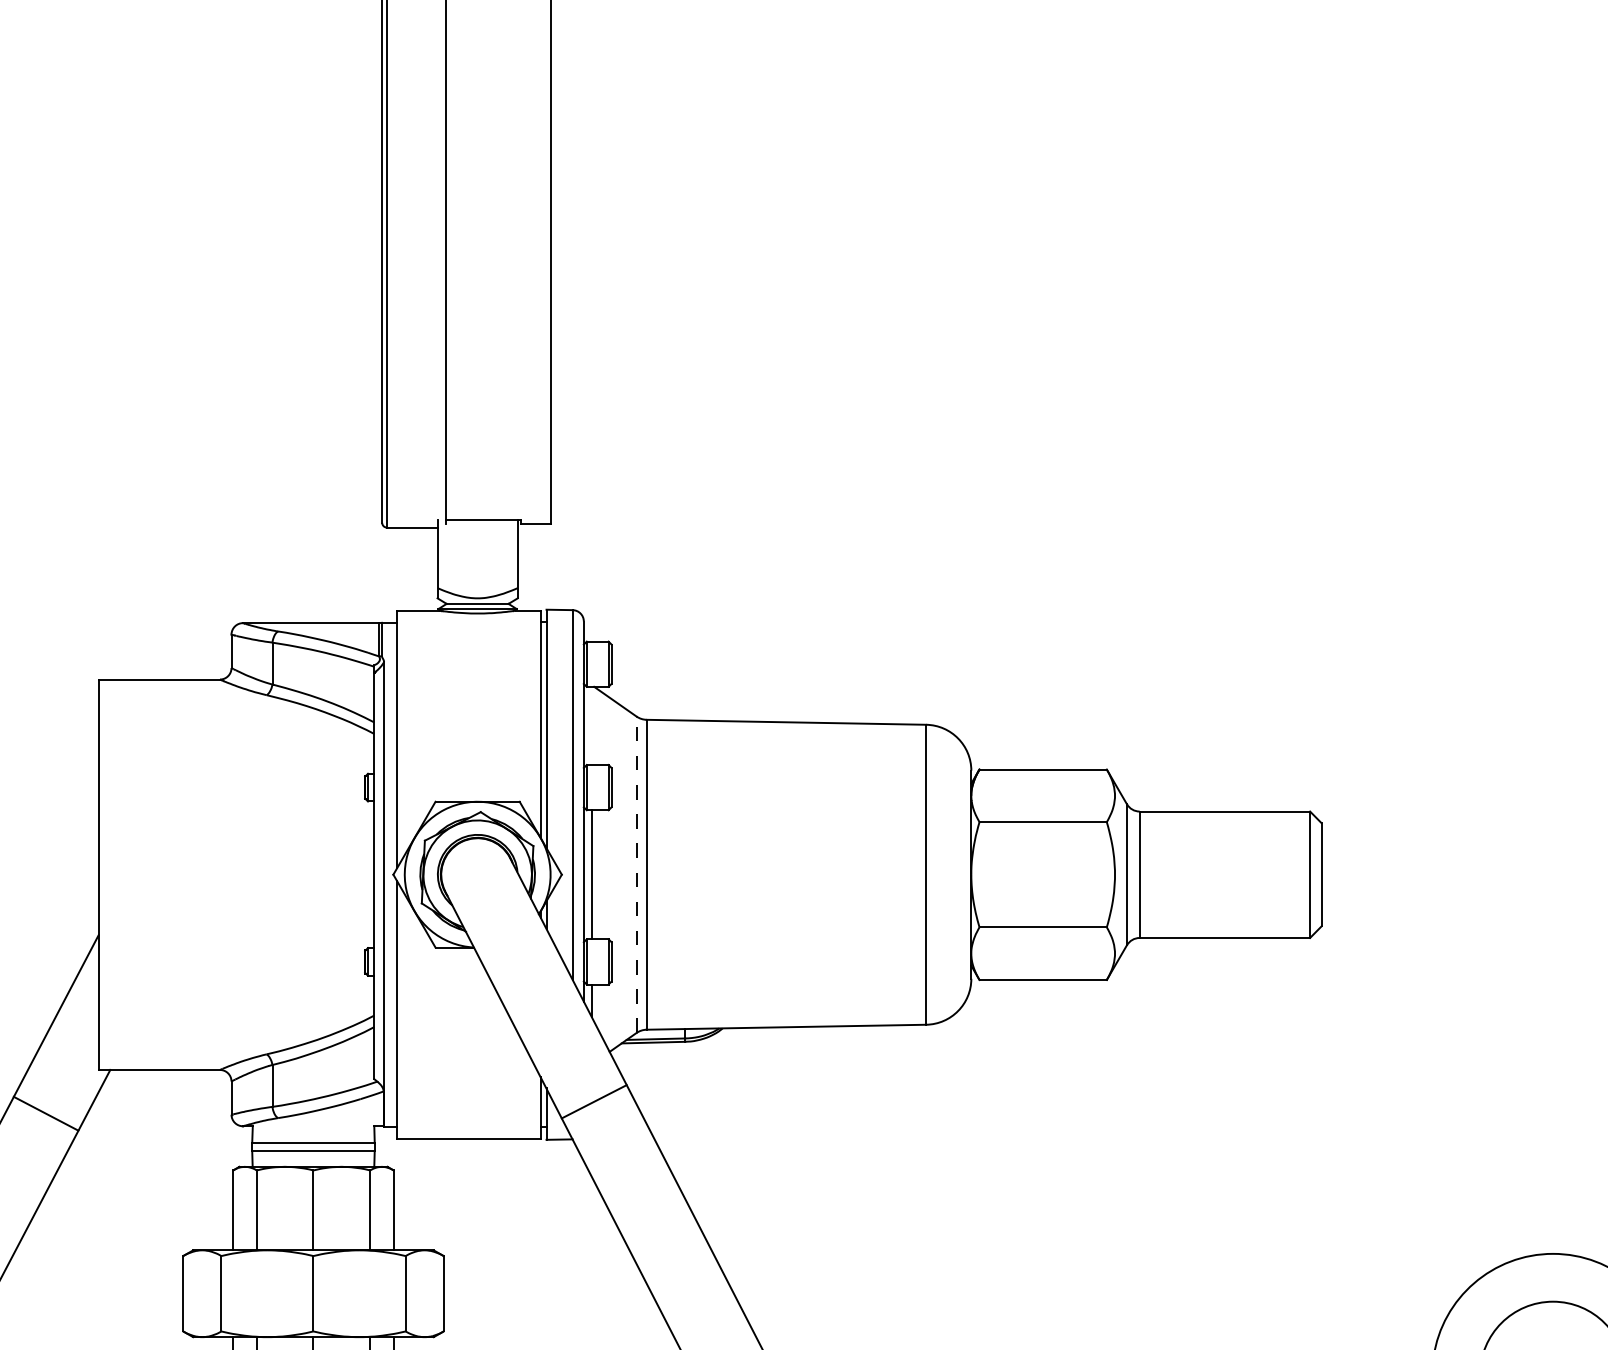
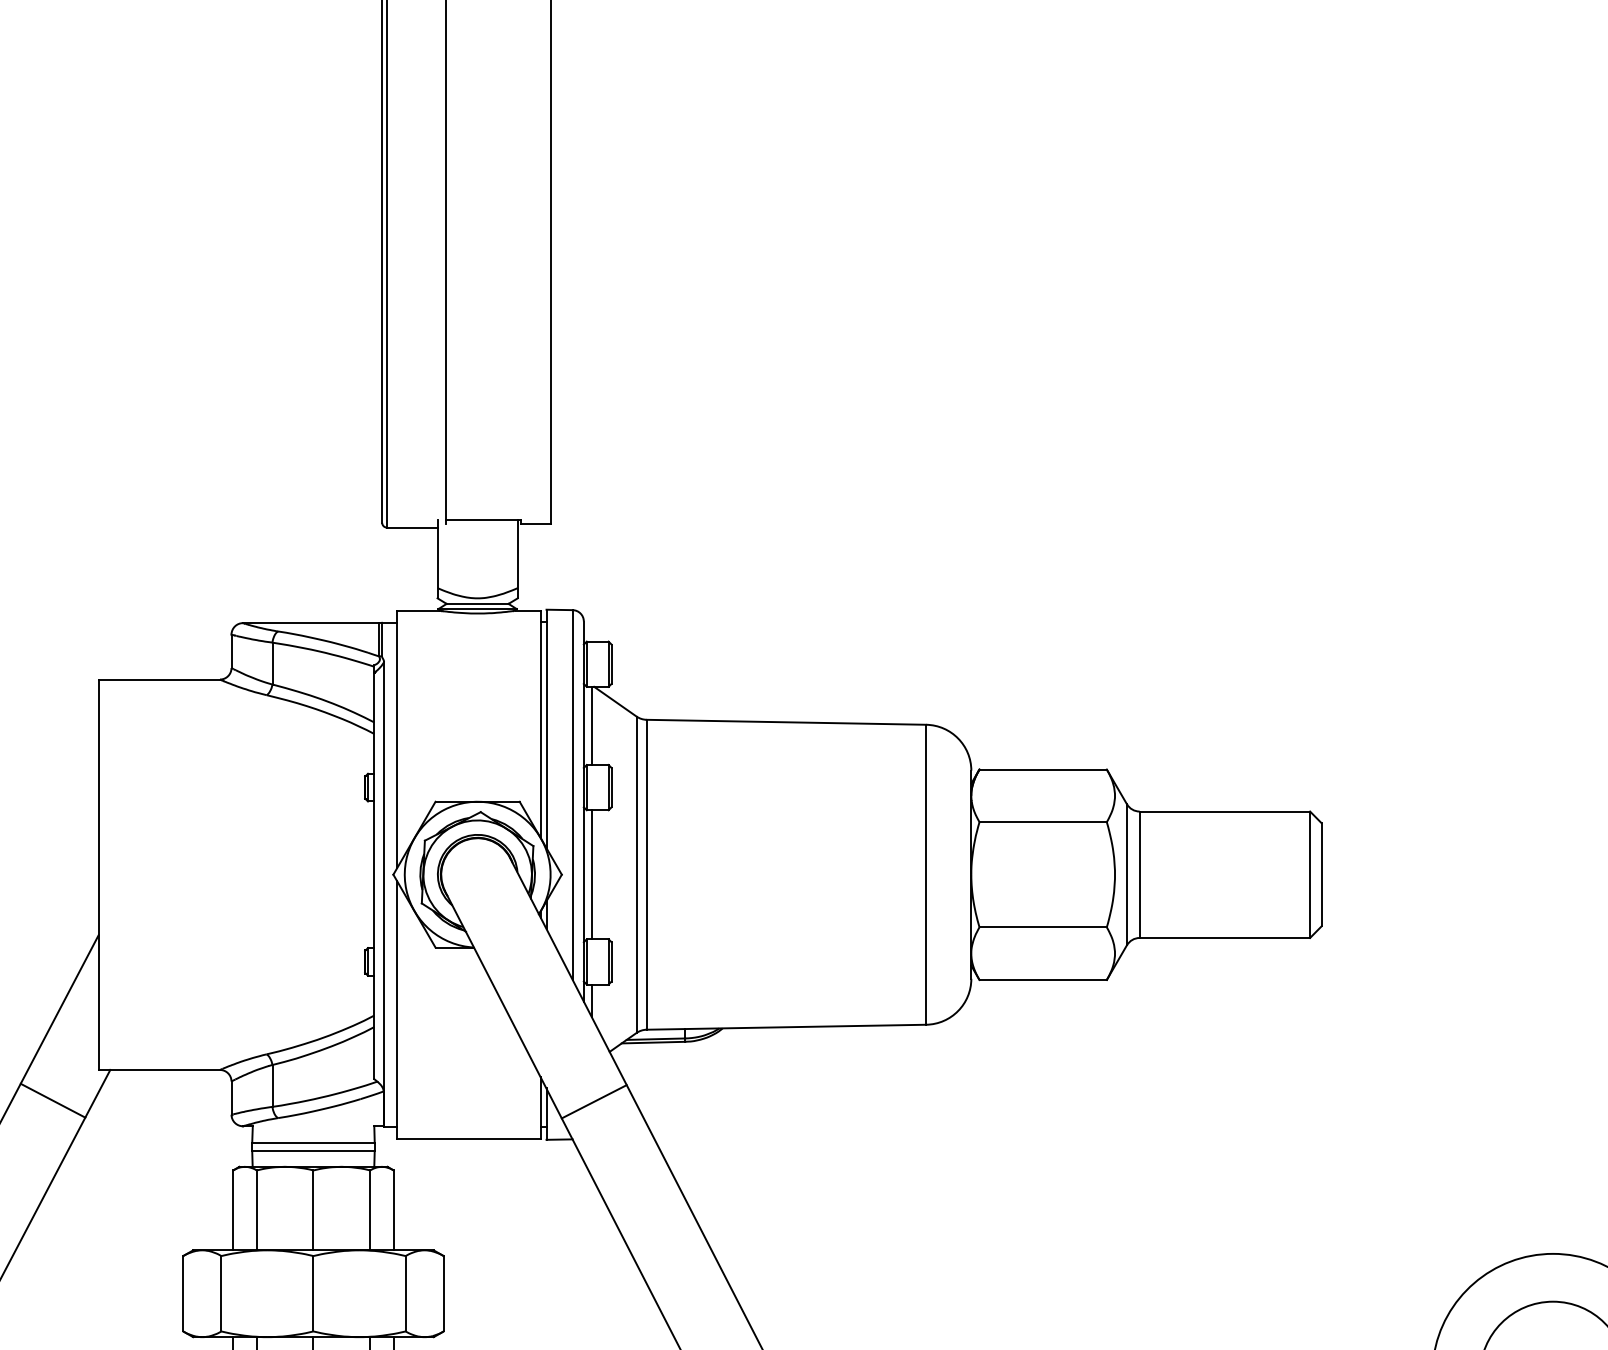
line at (591, 725): none -> present
line at (636, 874): dashed -> solid
line at (45, 1113) position: (45, 1113) -> (52, 1100)
